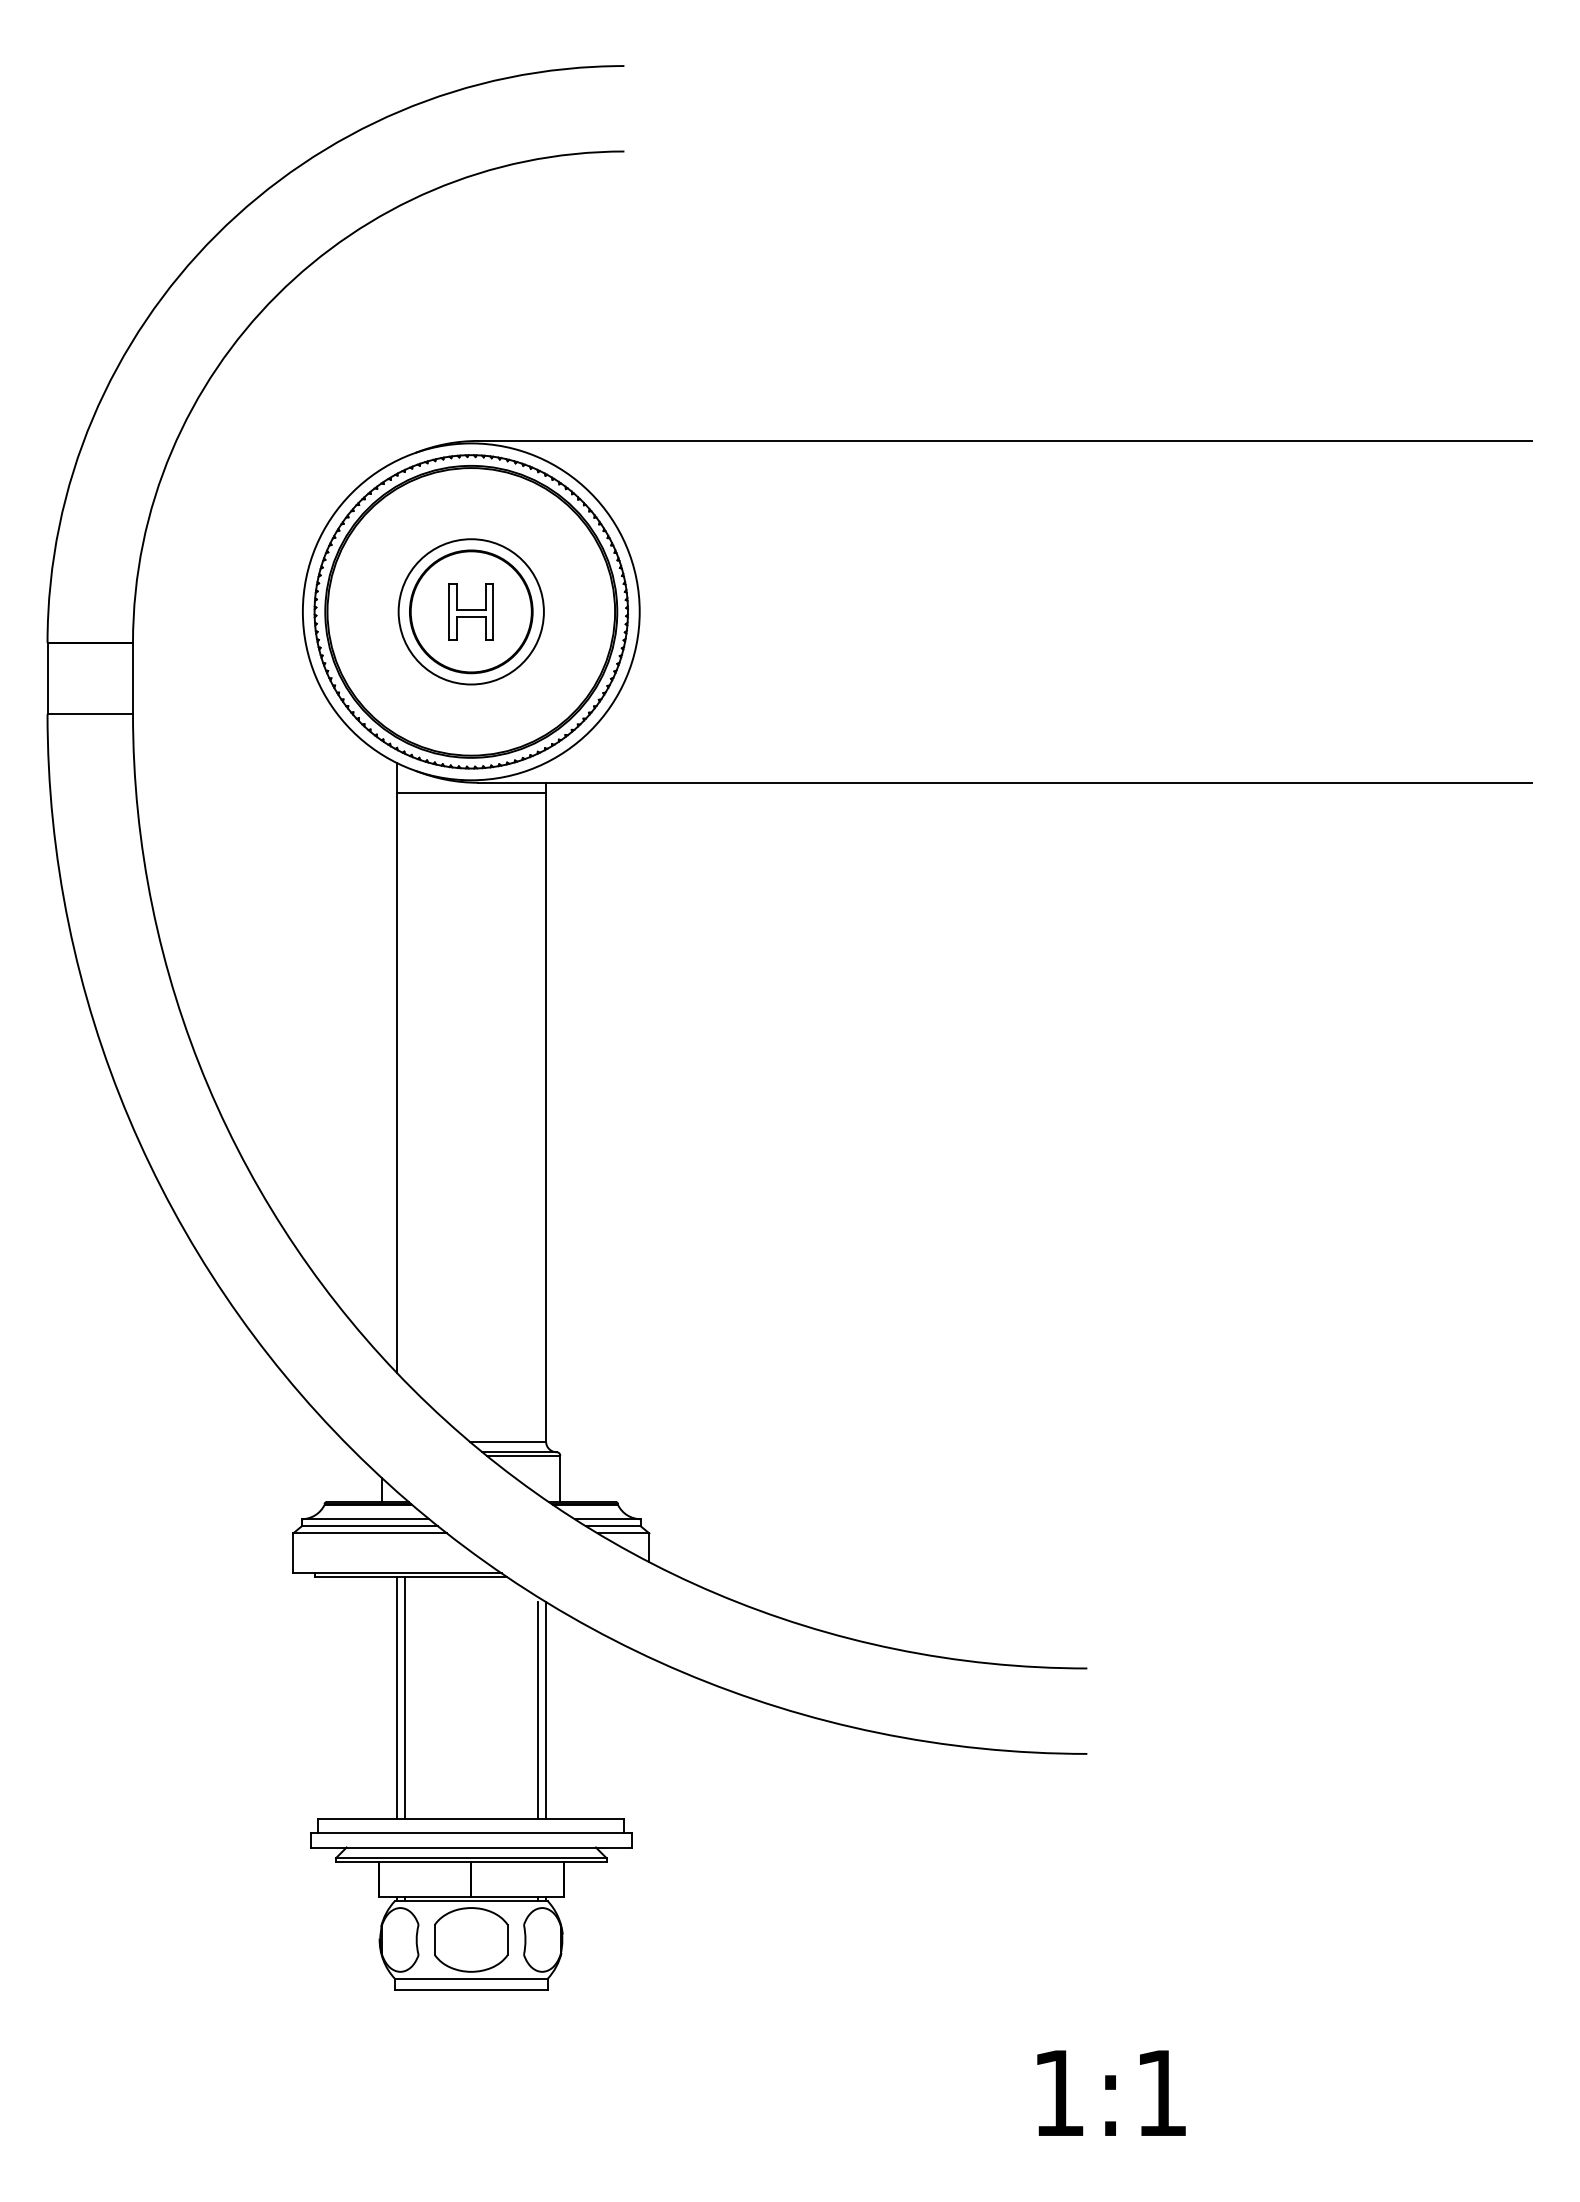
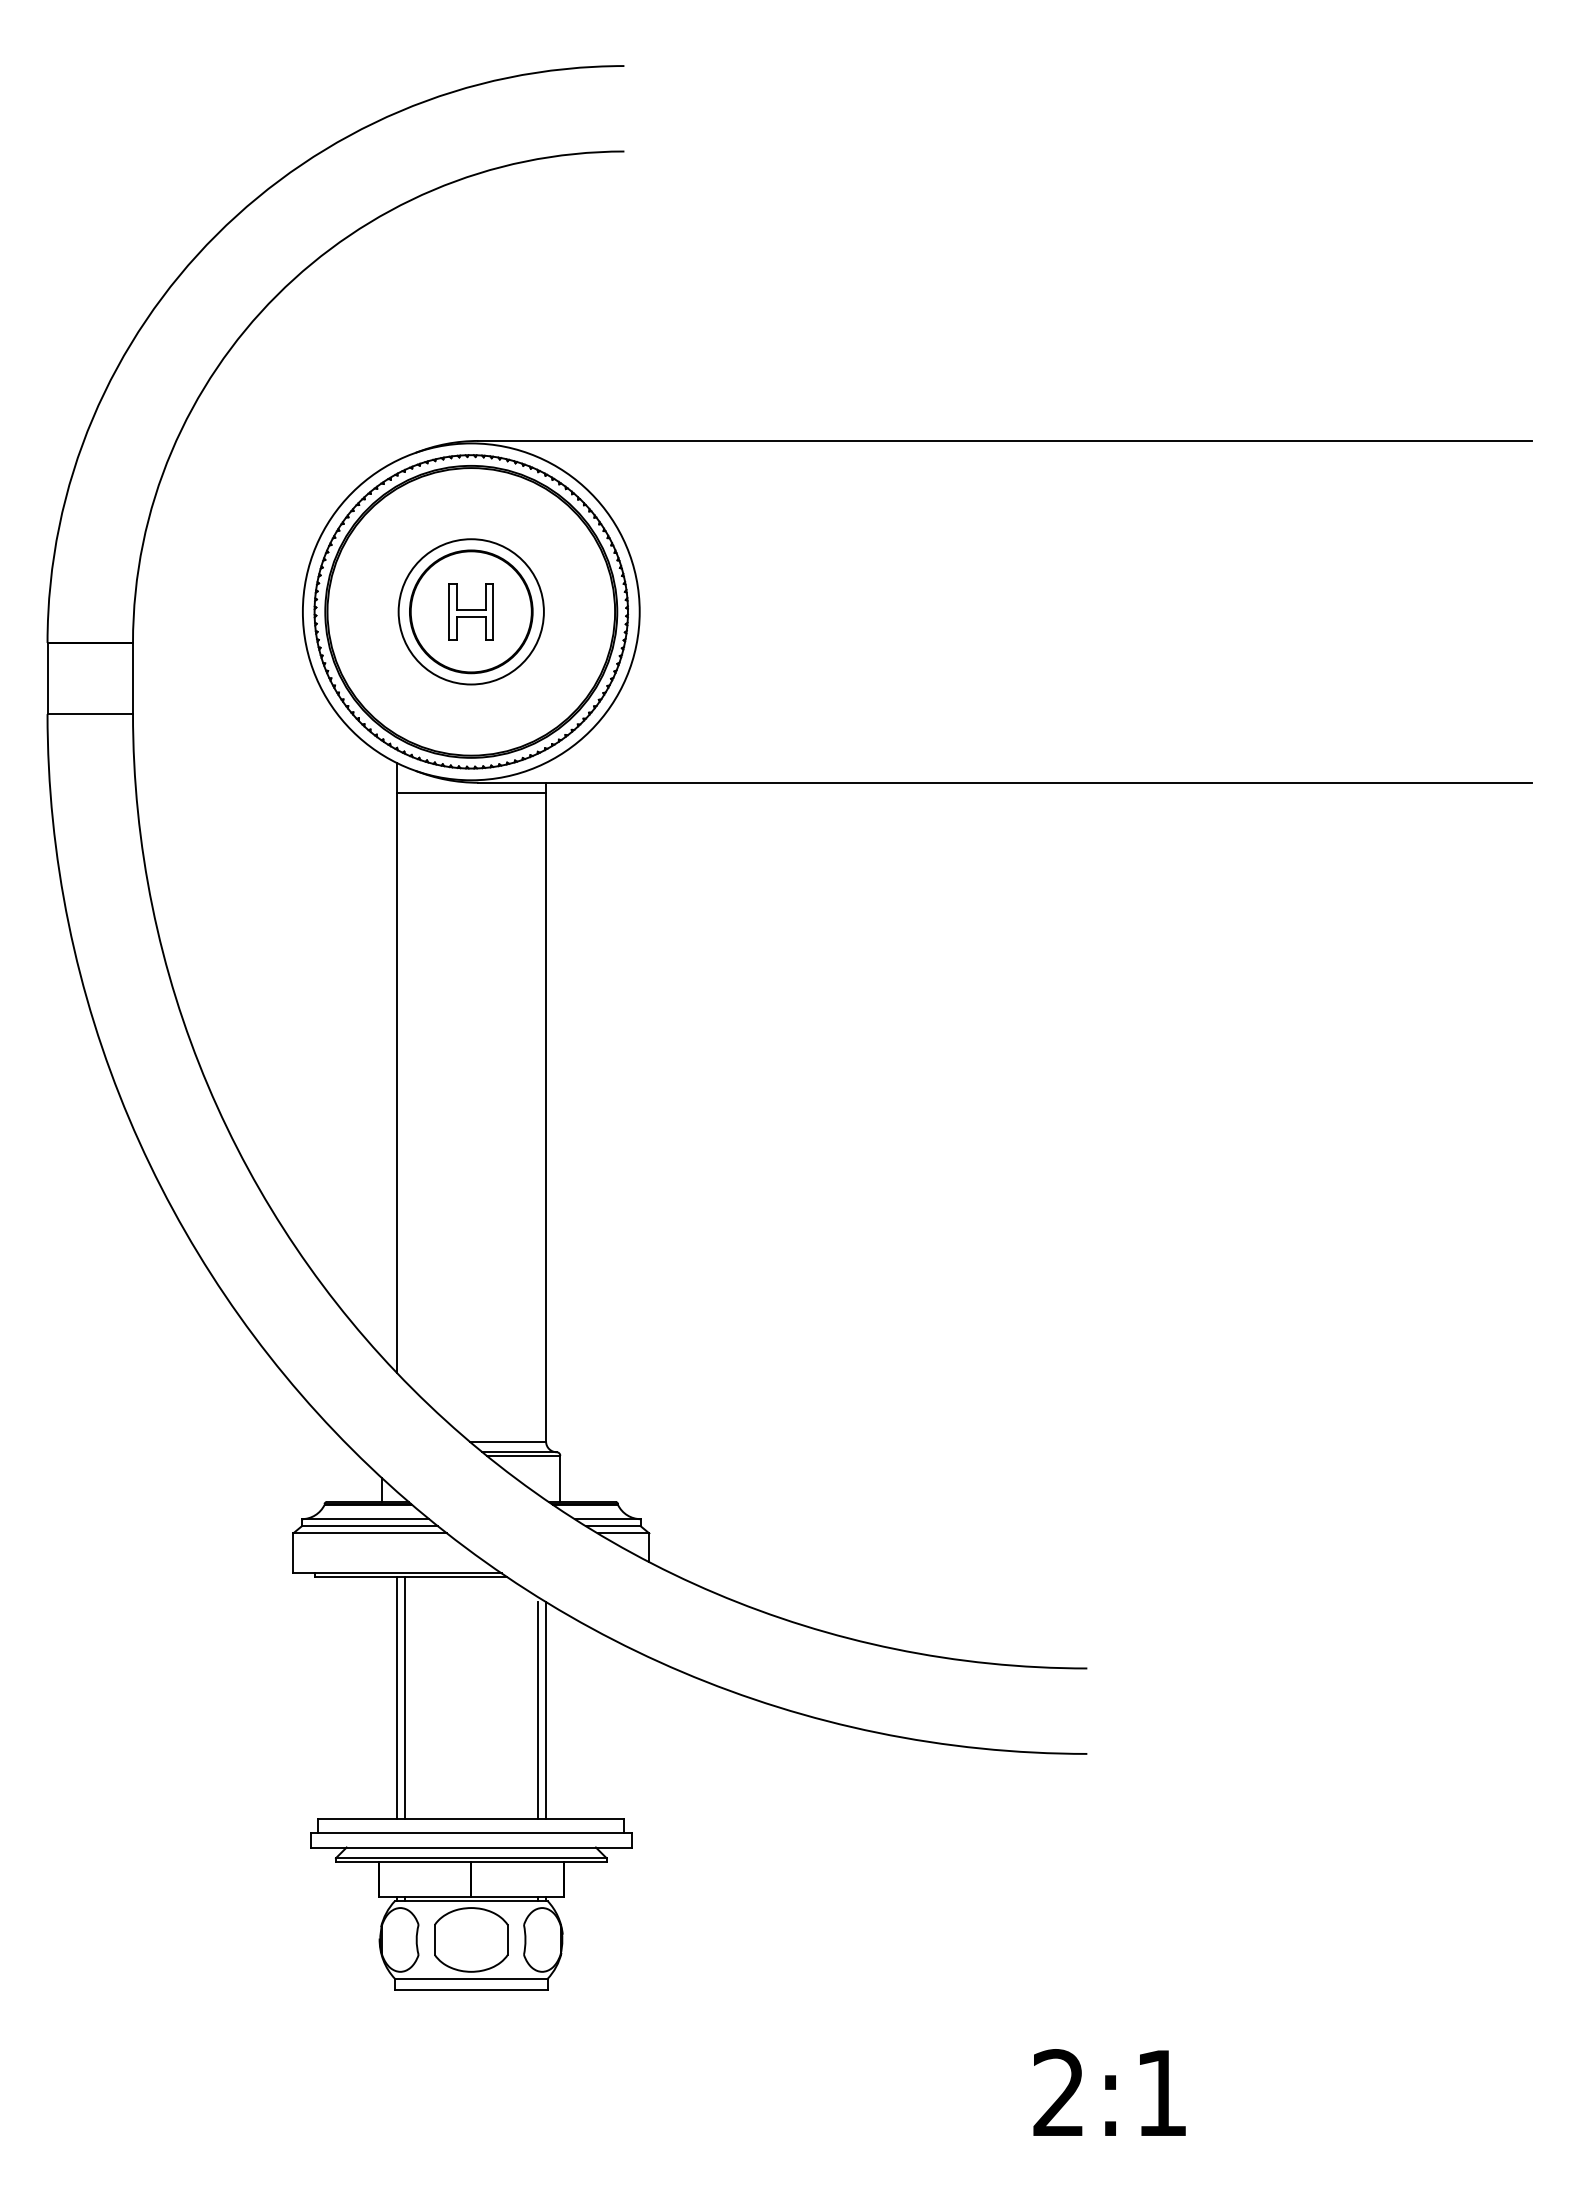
text at (1058, 2092): 1:1 -> 2:1
